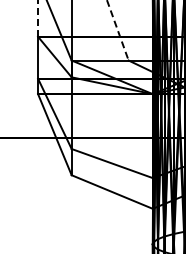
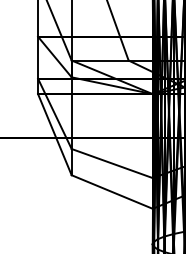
line at (38, 17): dashed -> solid
line at (117, 30): dashed -> solid
